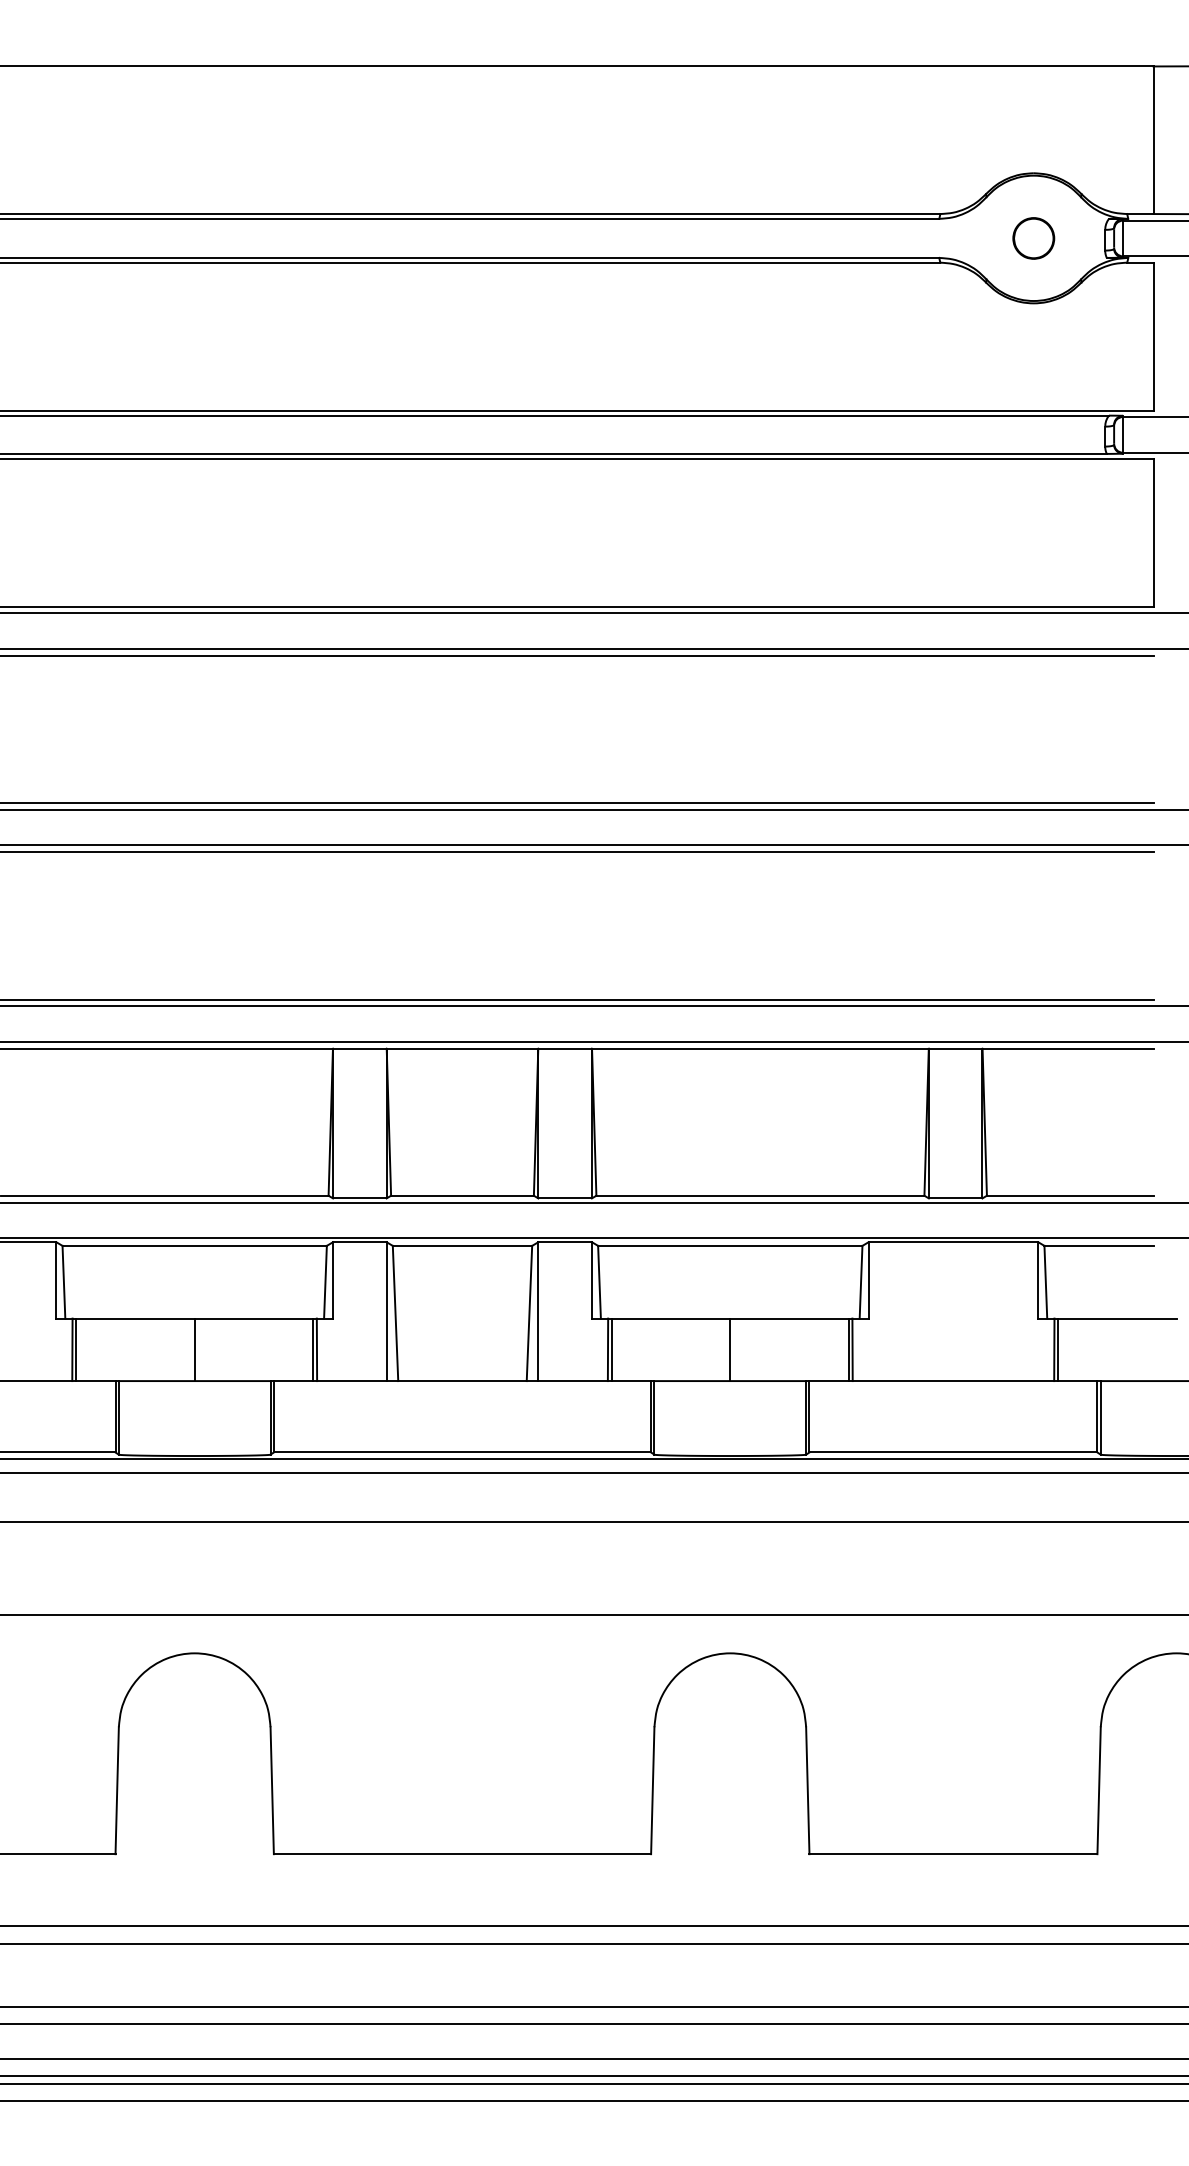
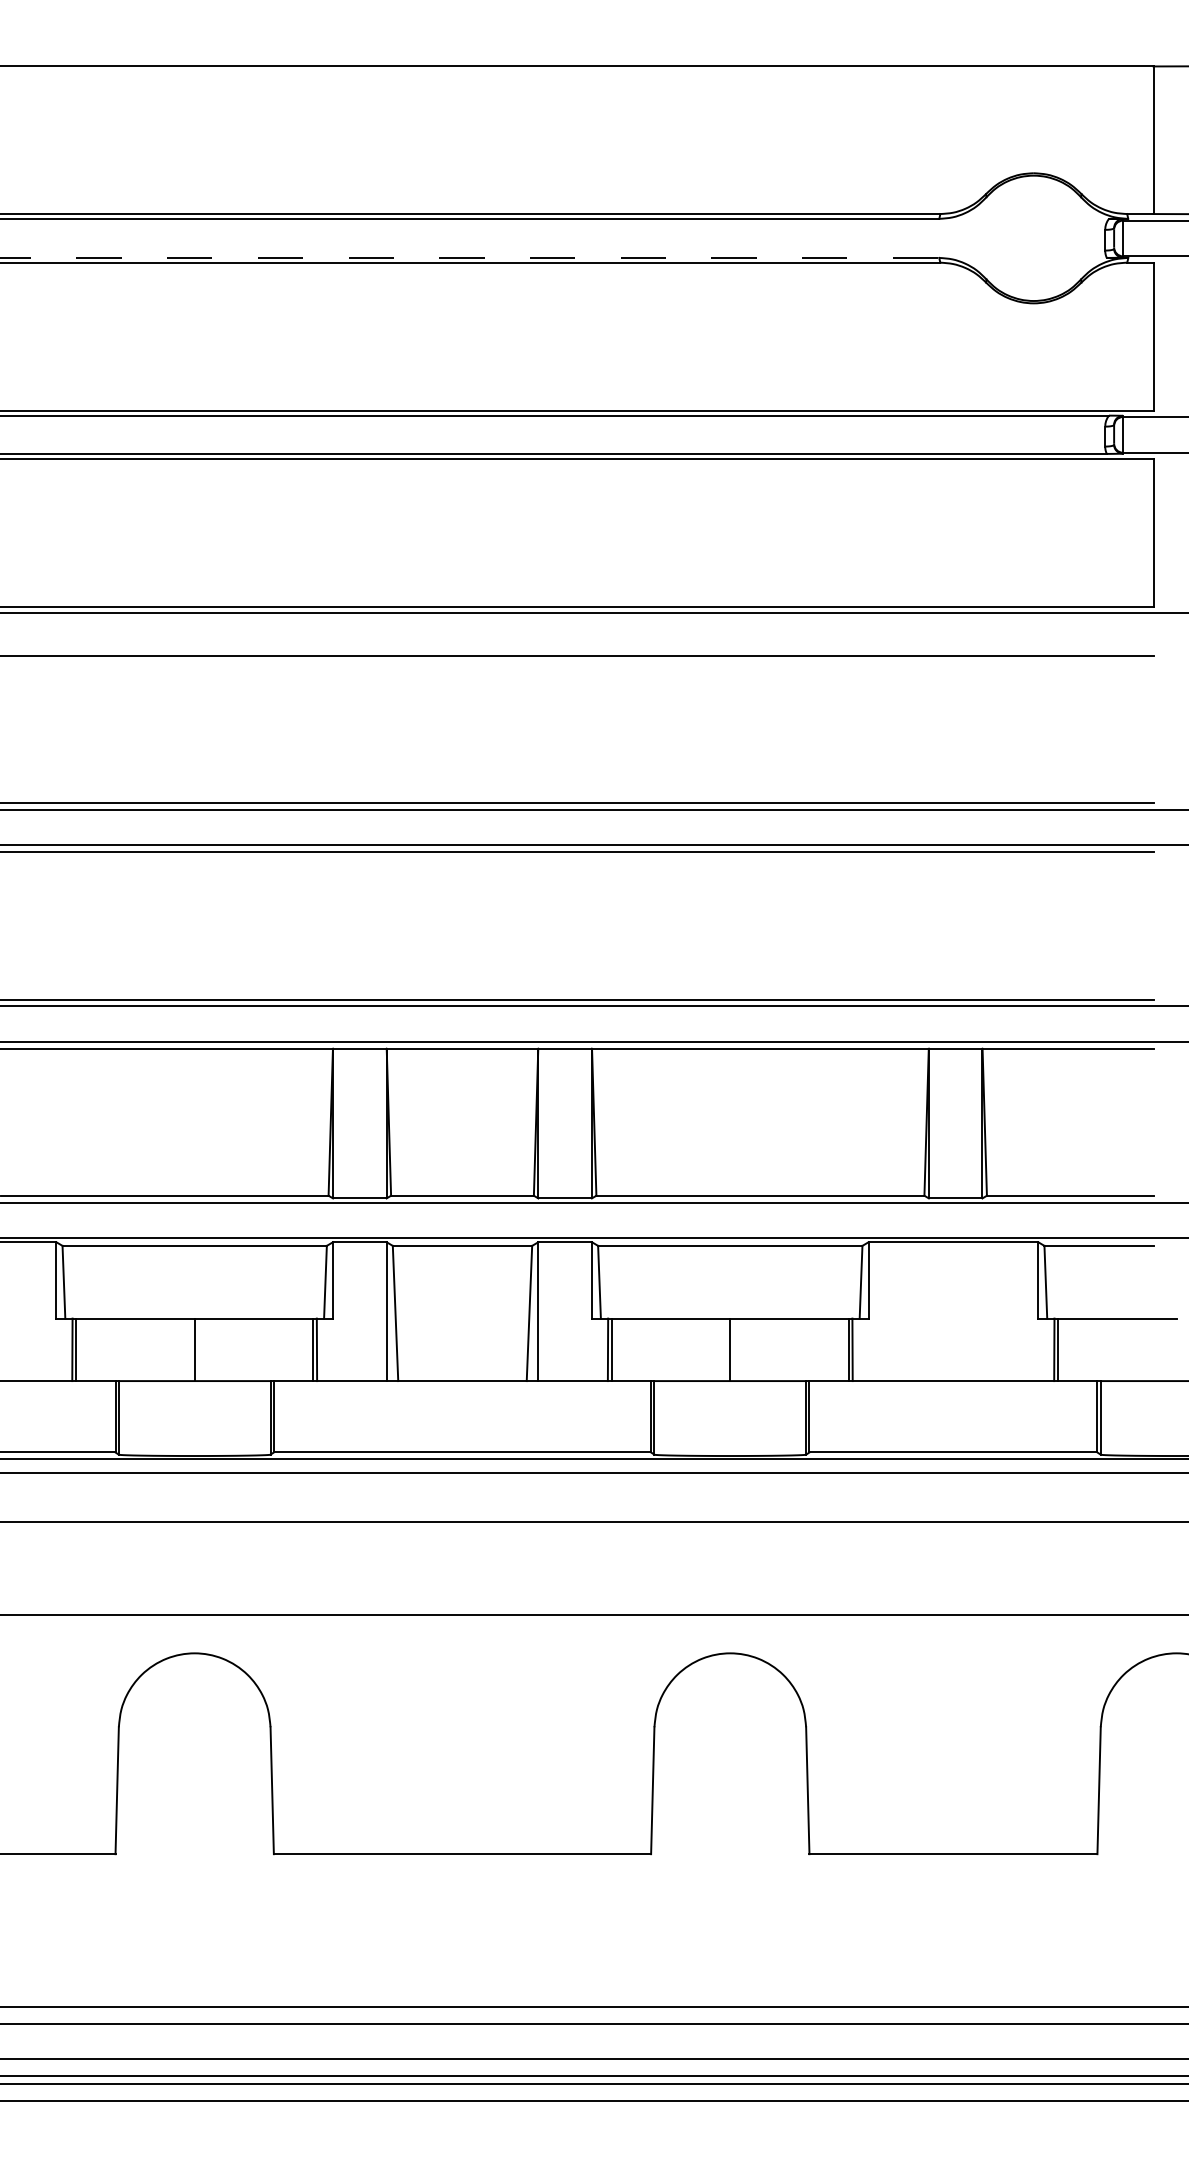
part at (1033, 238): present -> none
line at (470, 257): solid -> dashed
line at (593, 649): present -> none
line at (593, 1926): present -> none
line at (593, 1943): present -> none
